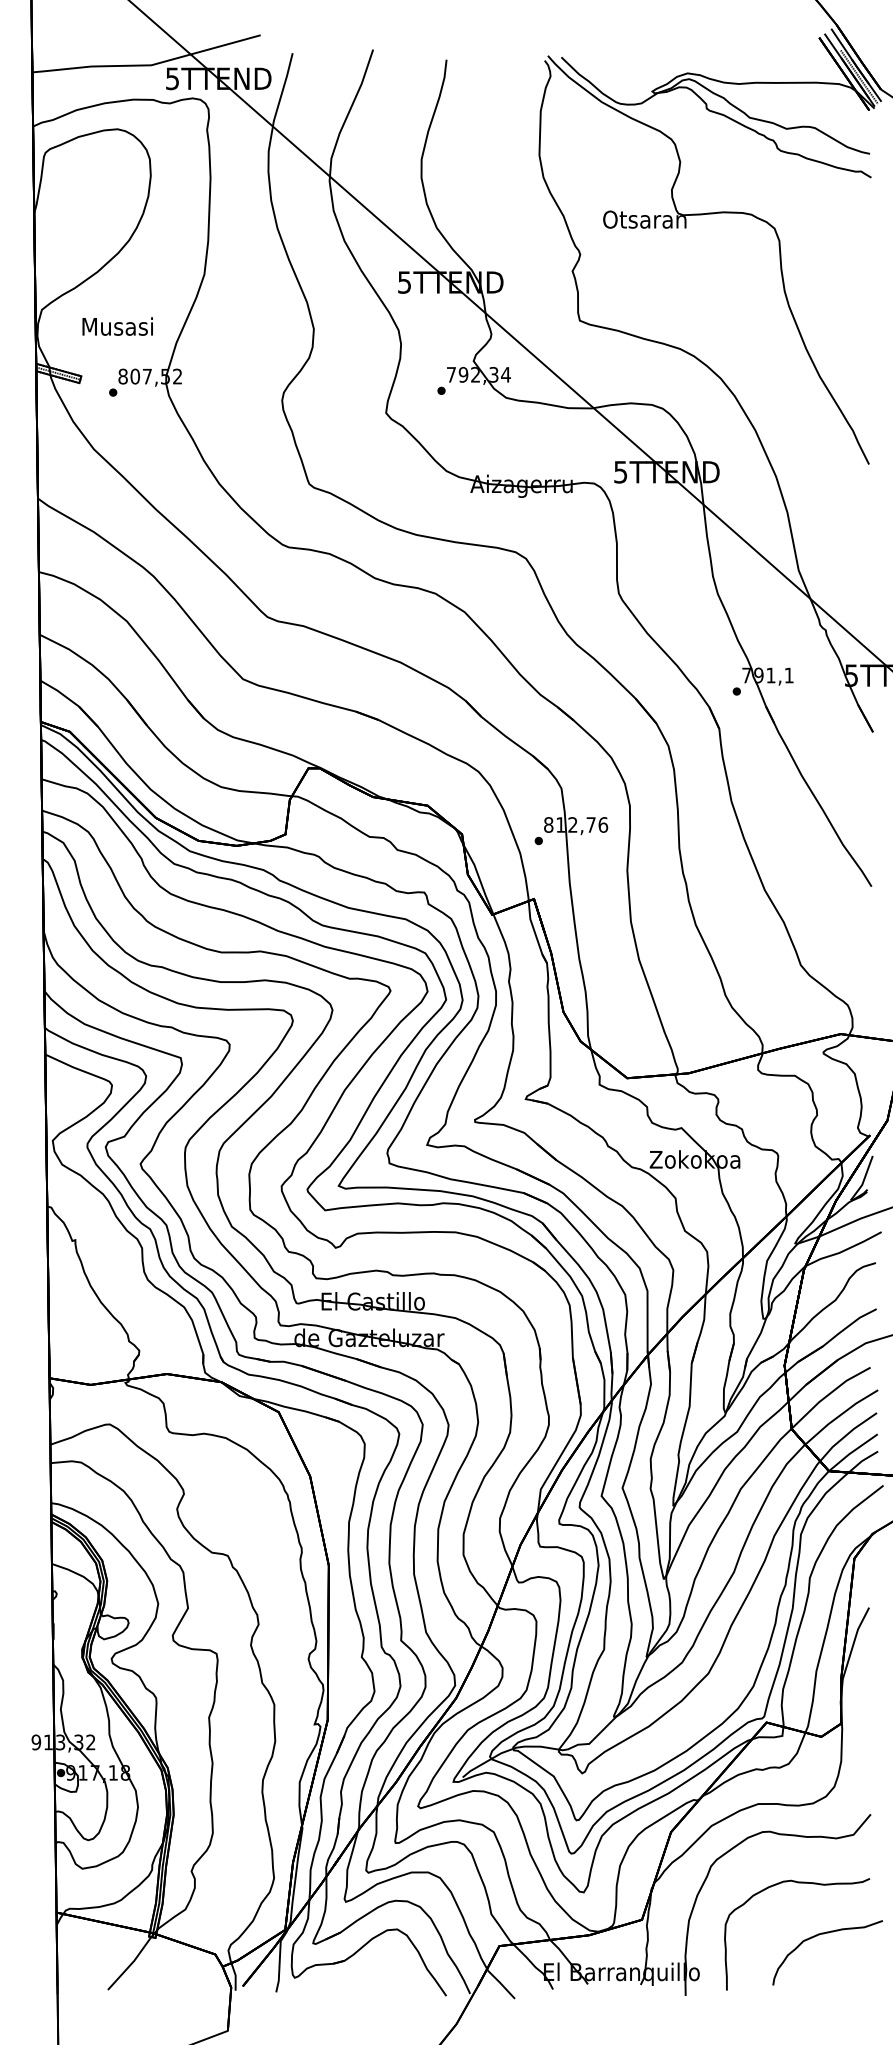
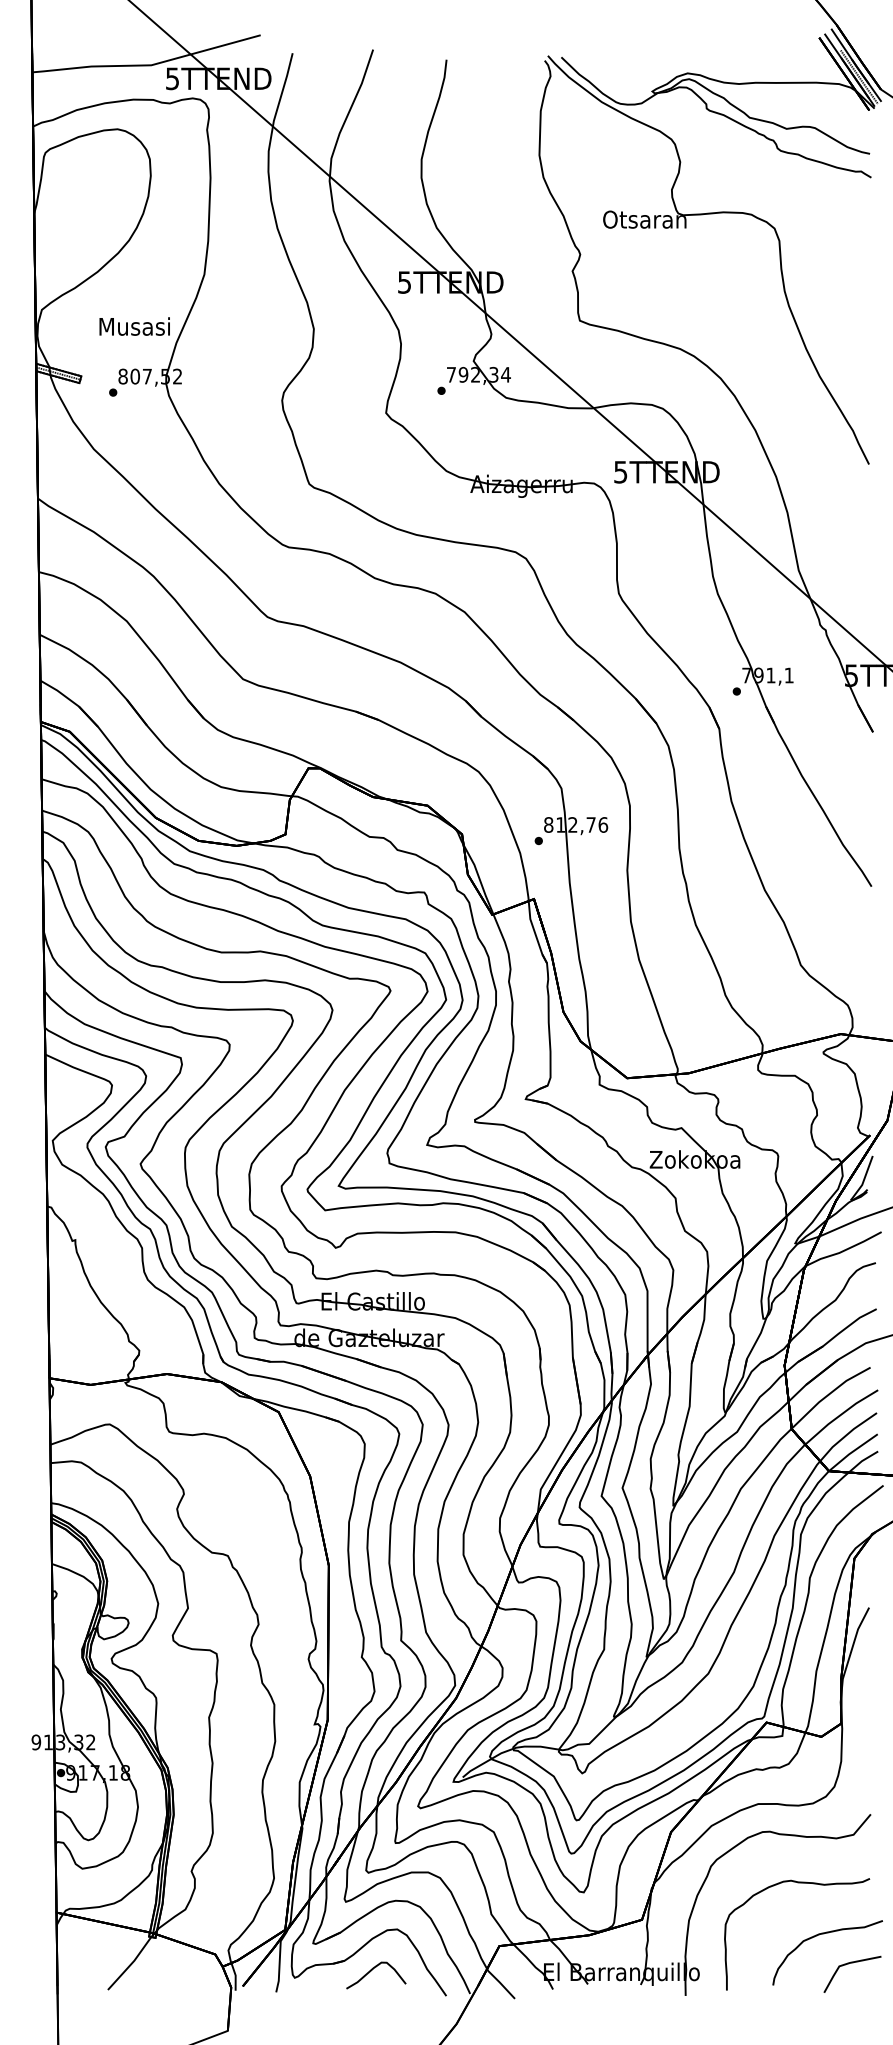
text at (117, 326) position: (117, 326) -> (134, 326)
line at (848, 1964): none -> present
curve at (372, 1970): none -> present
